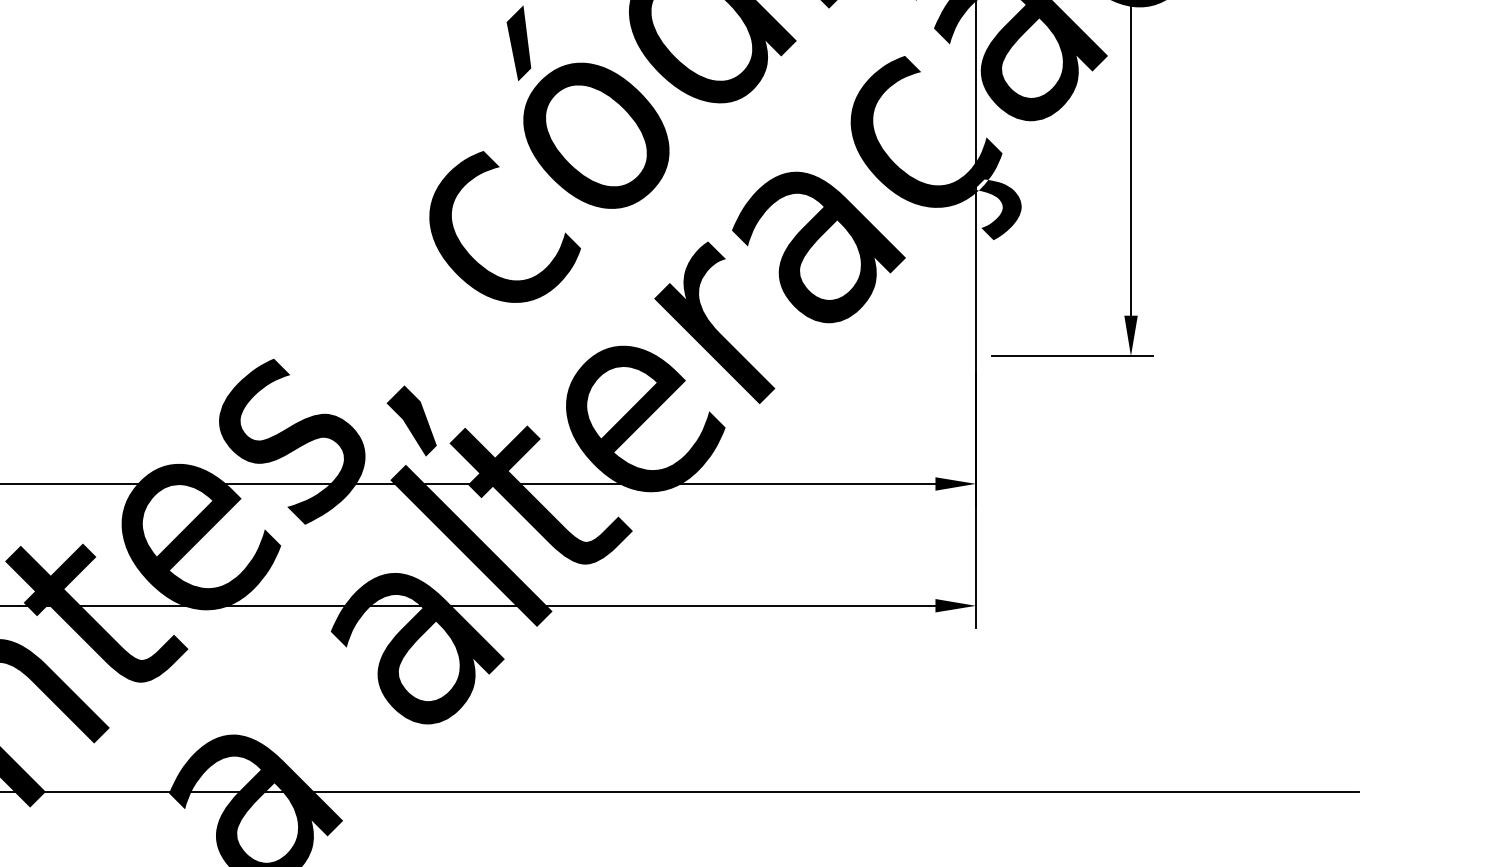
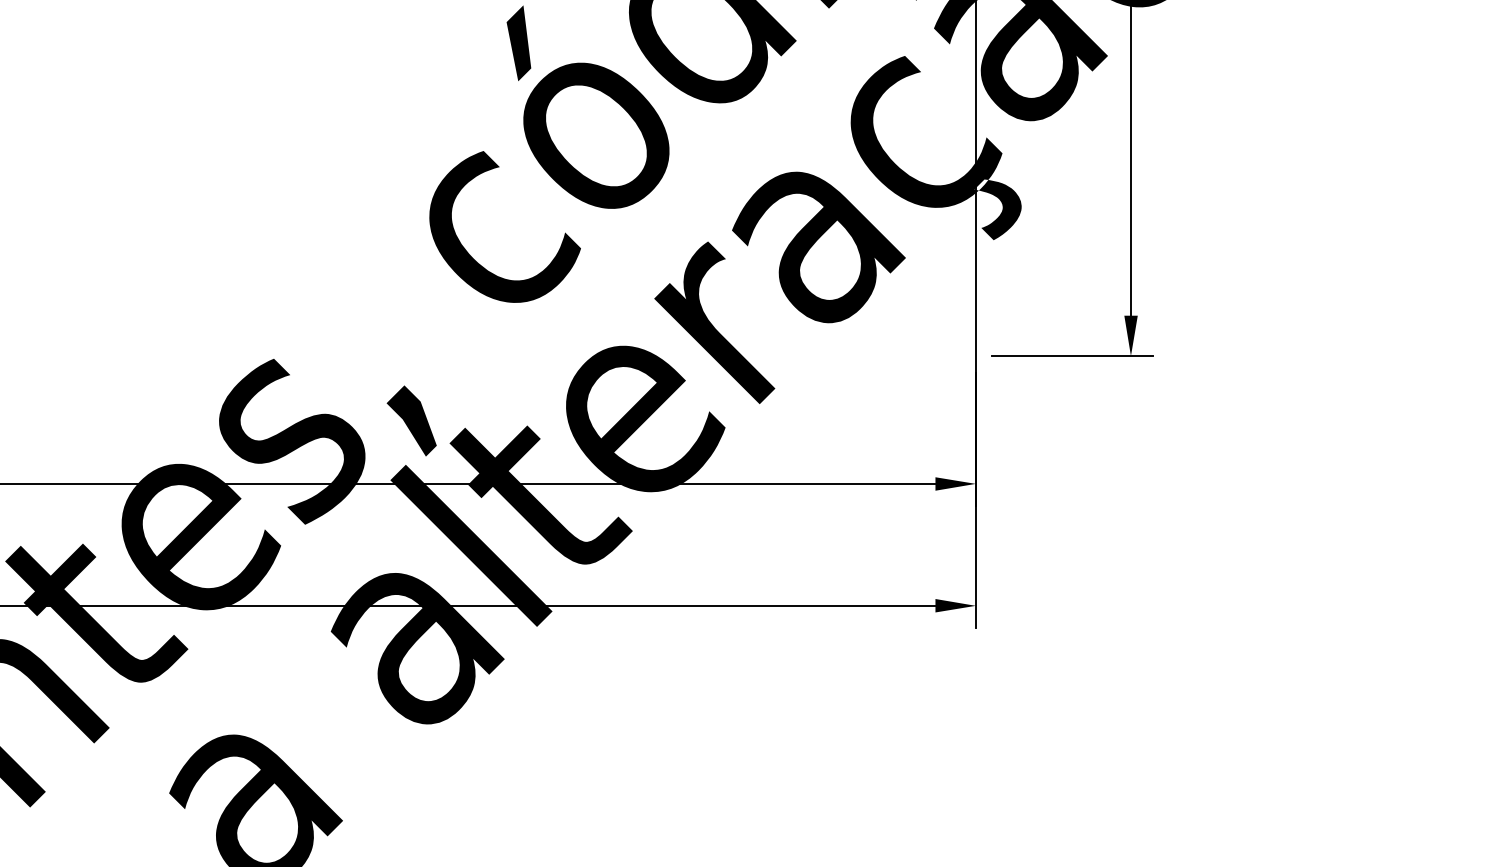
line at (680, 791): present -> none
